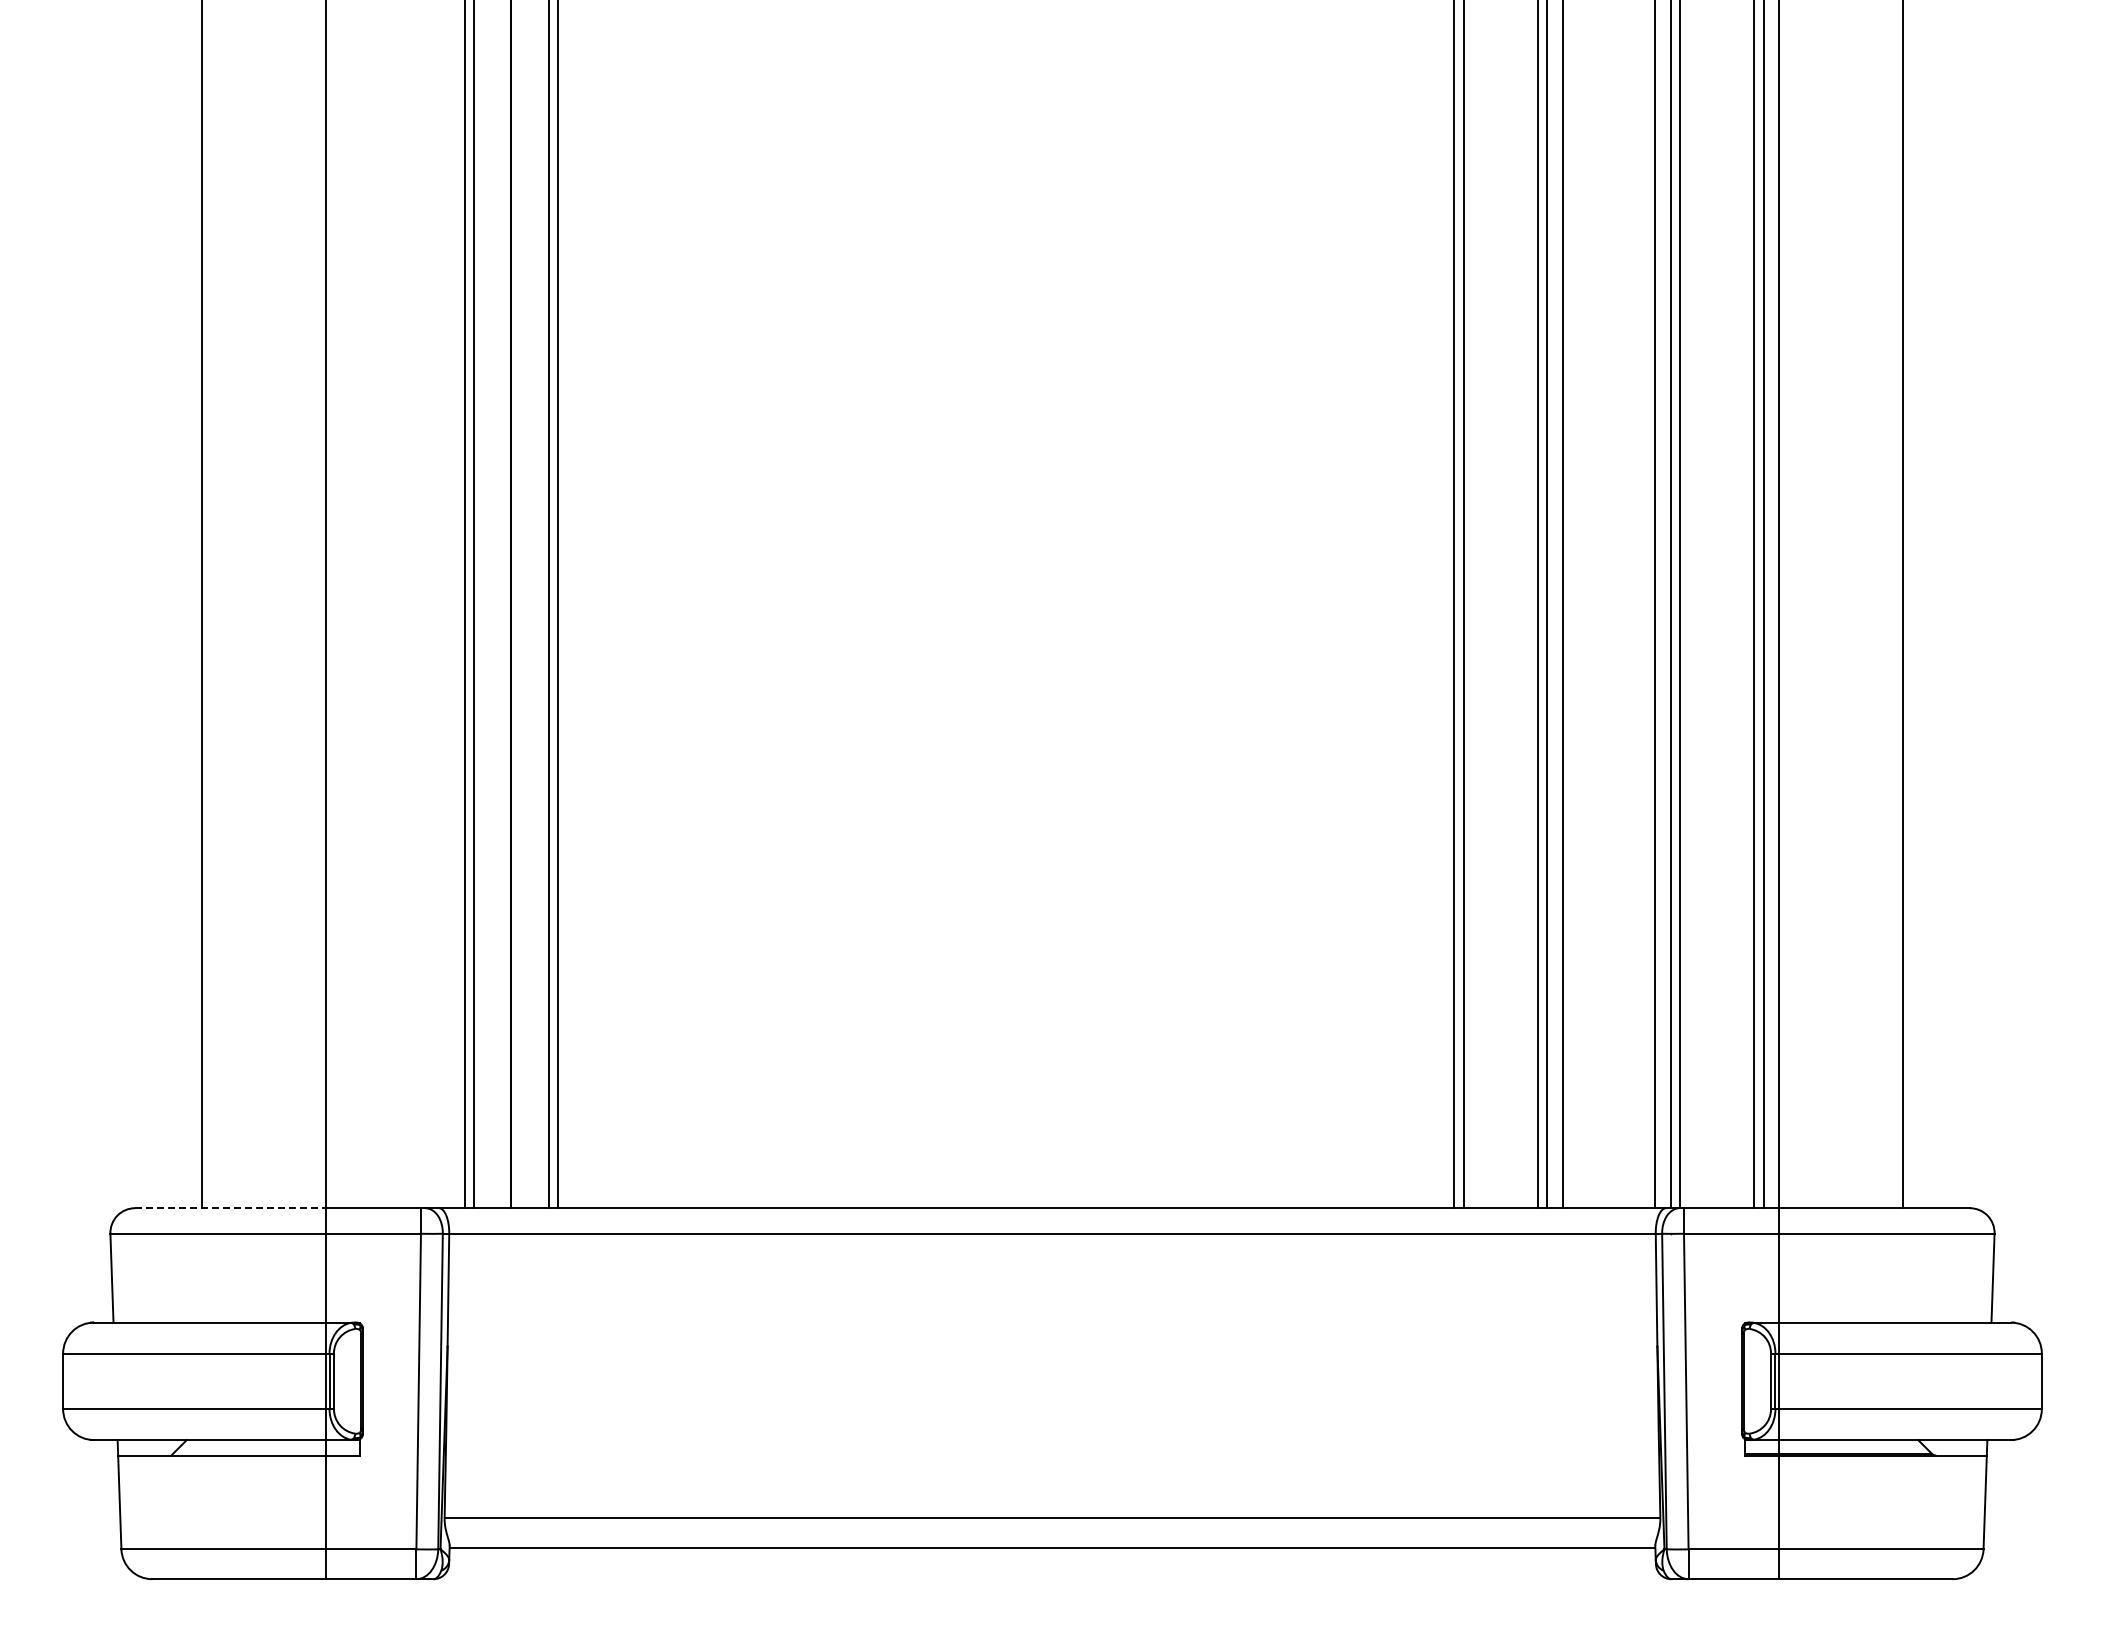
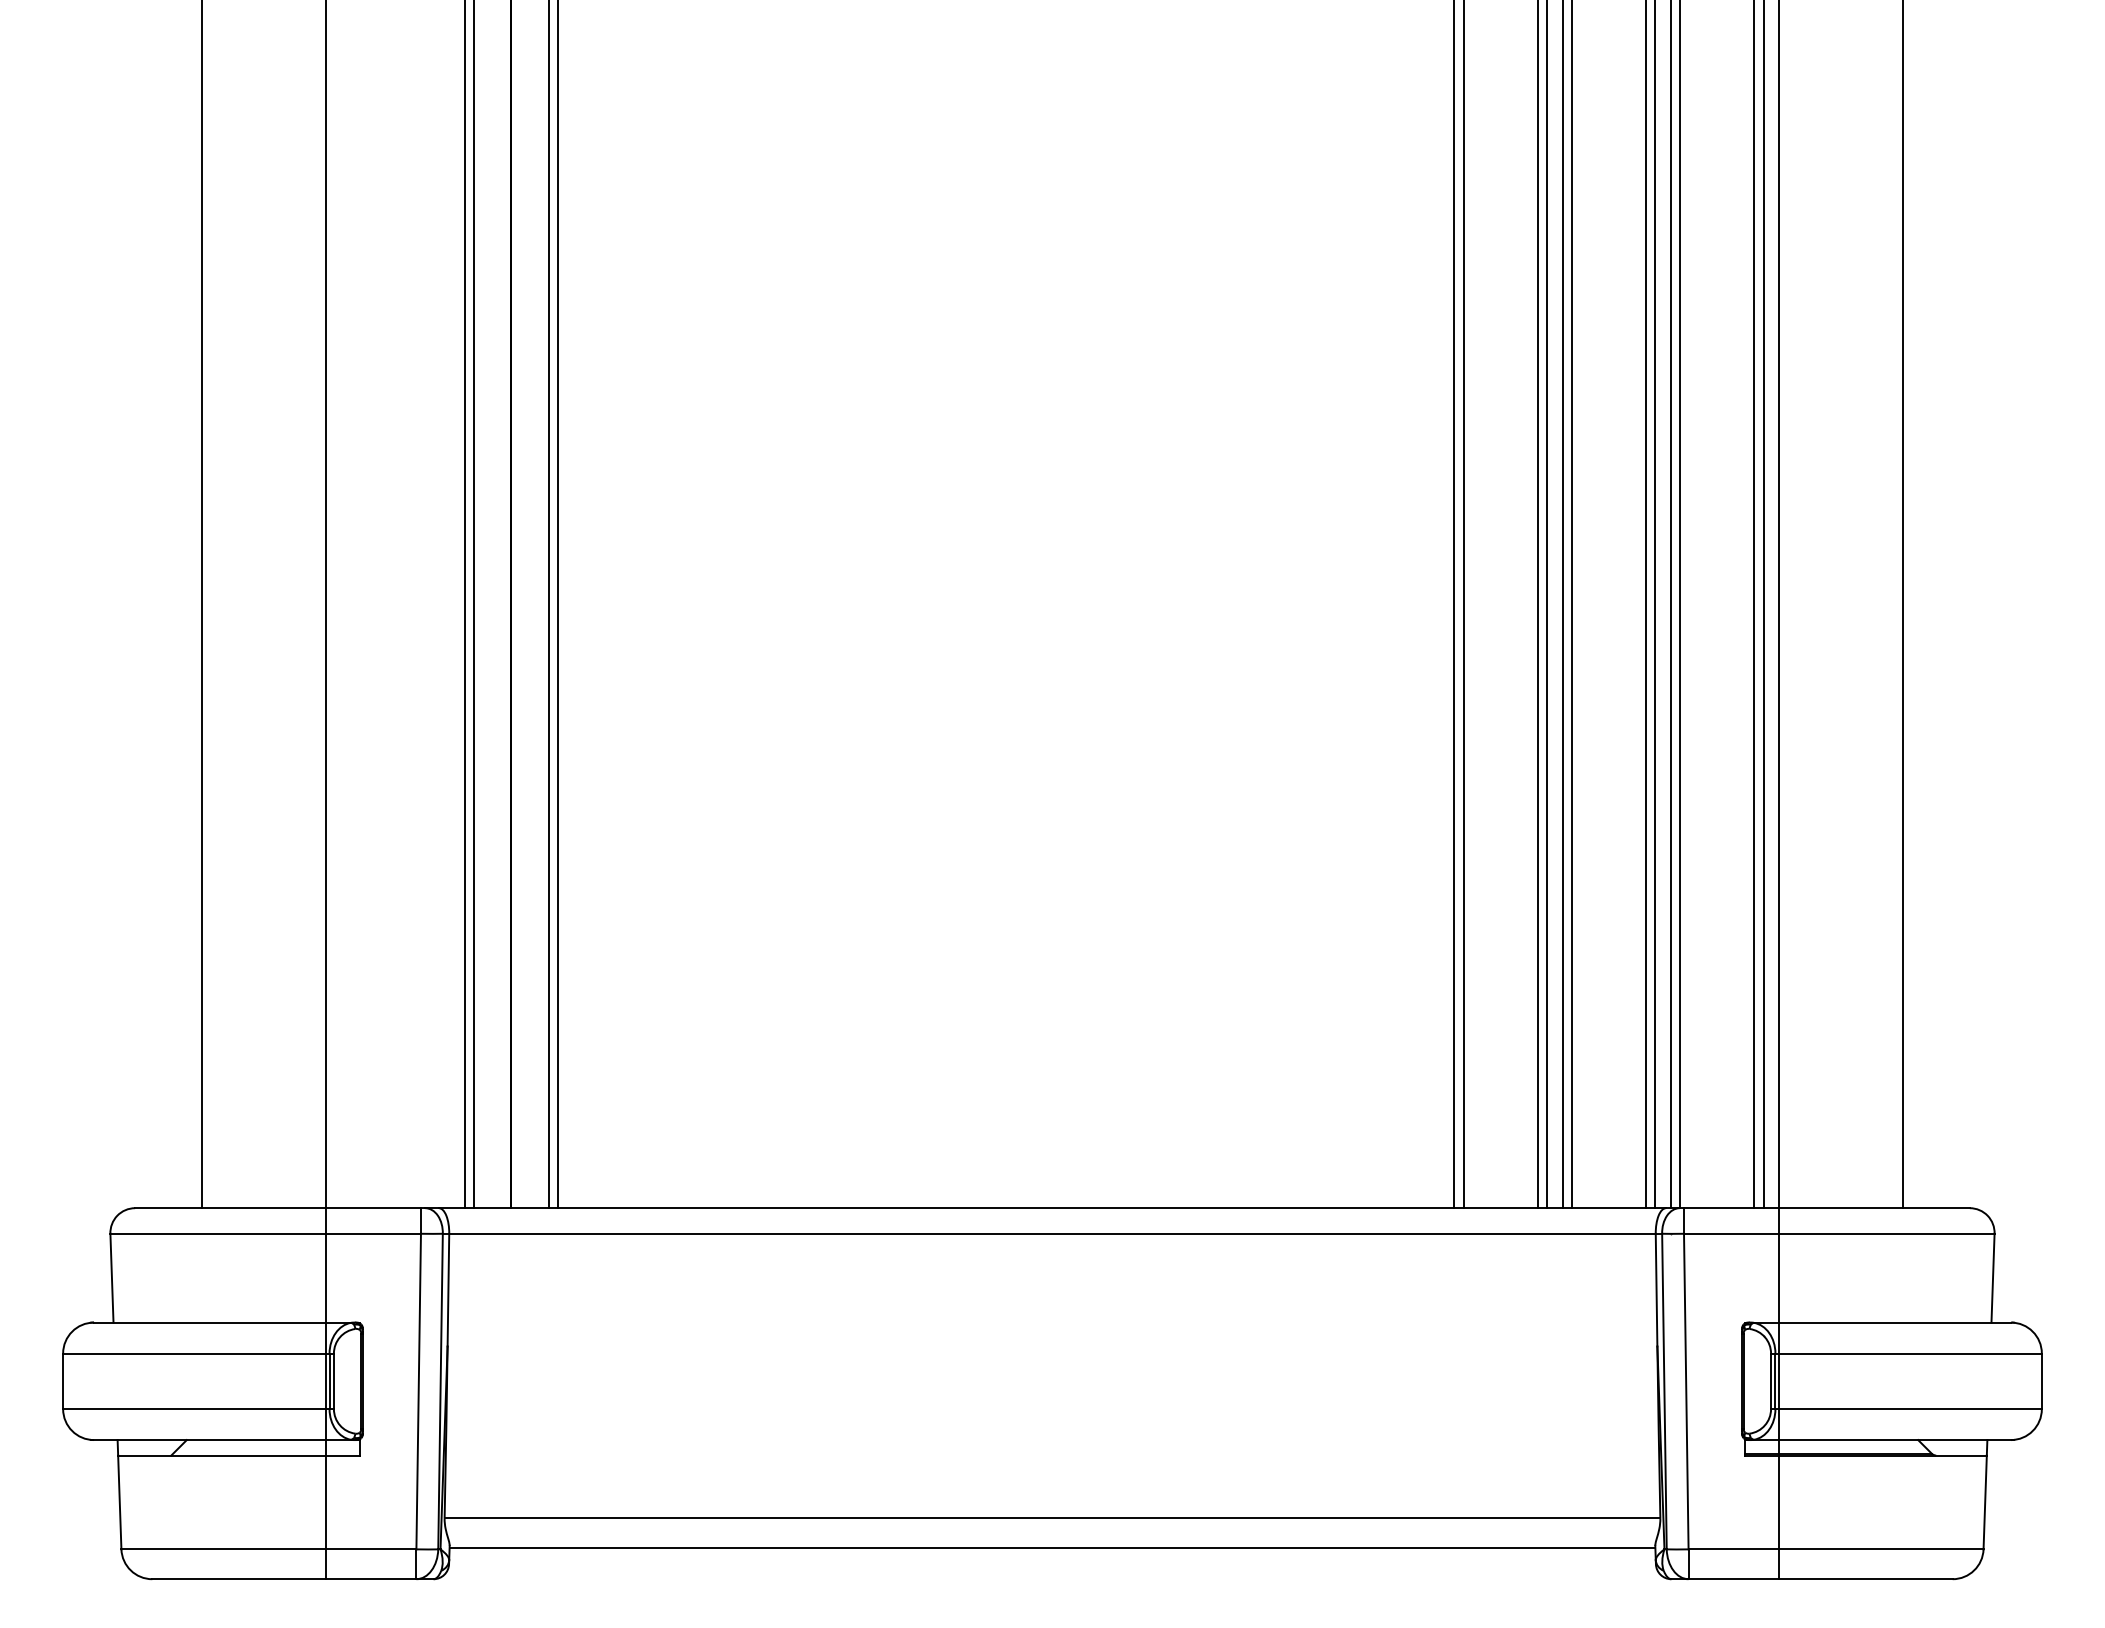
line at (1571, 605): none -> present
line at (1646, 605): none -> present
line at (231, 1208): dashed -> solid
